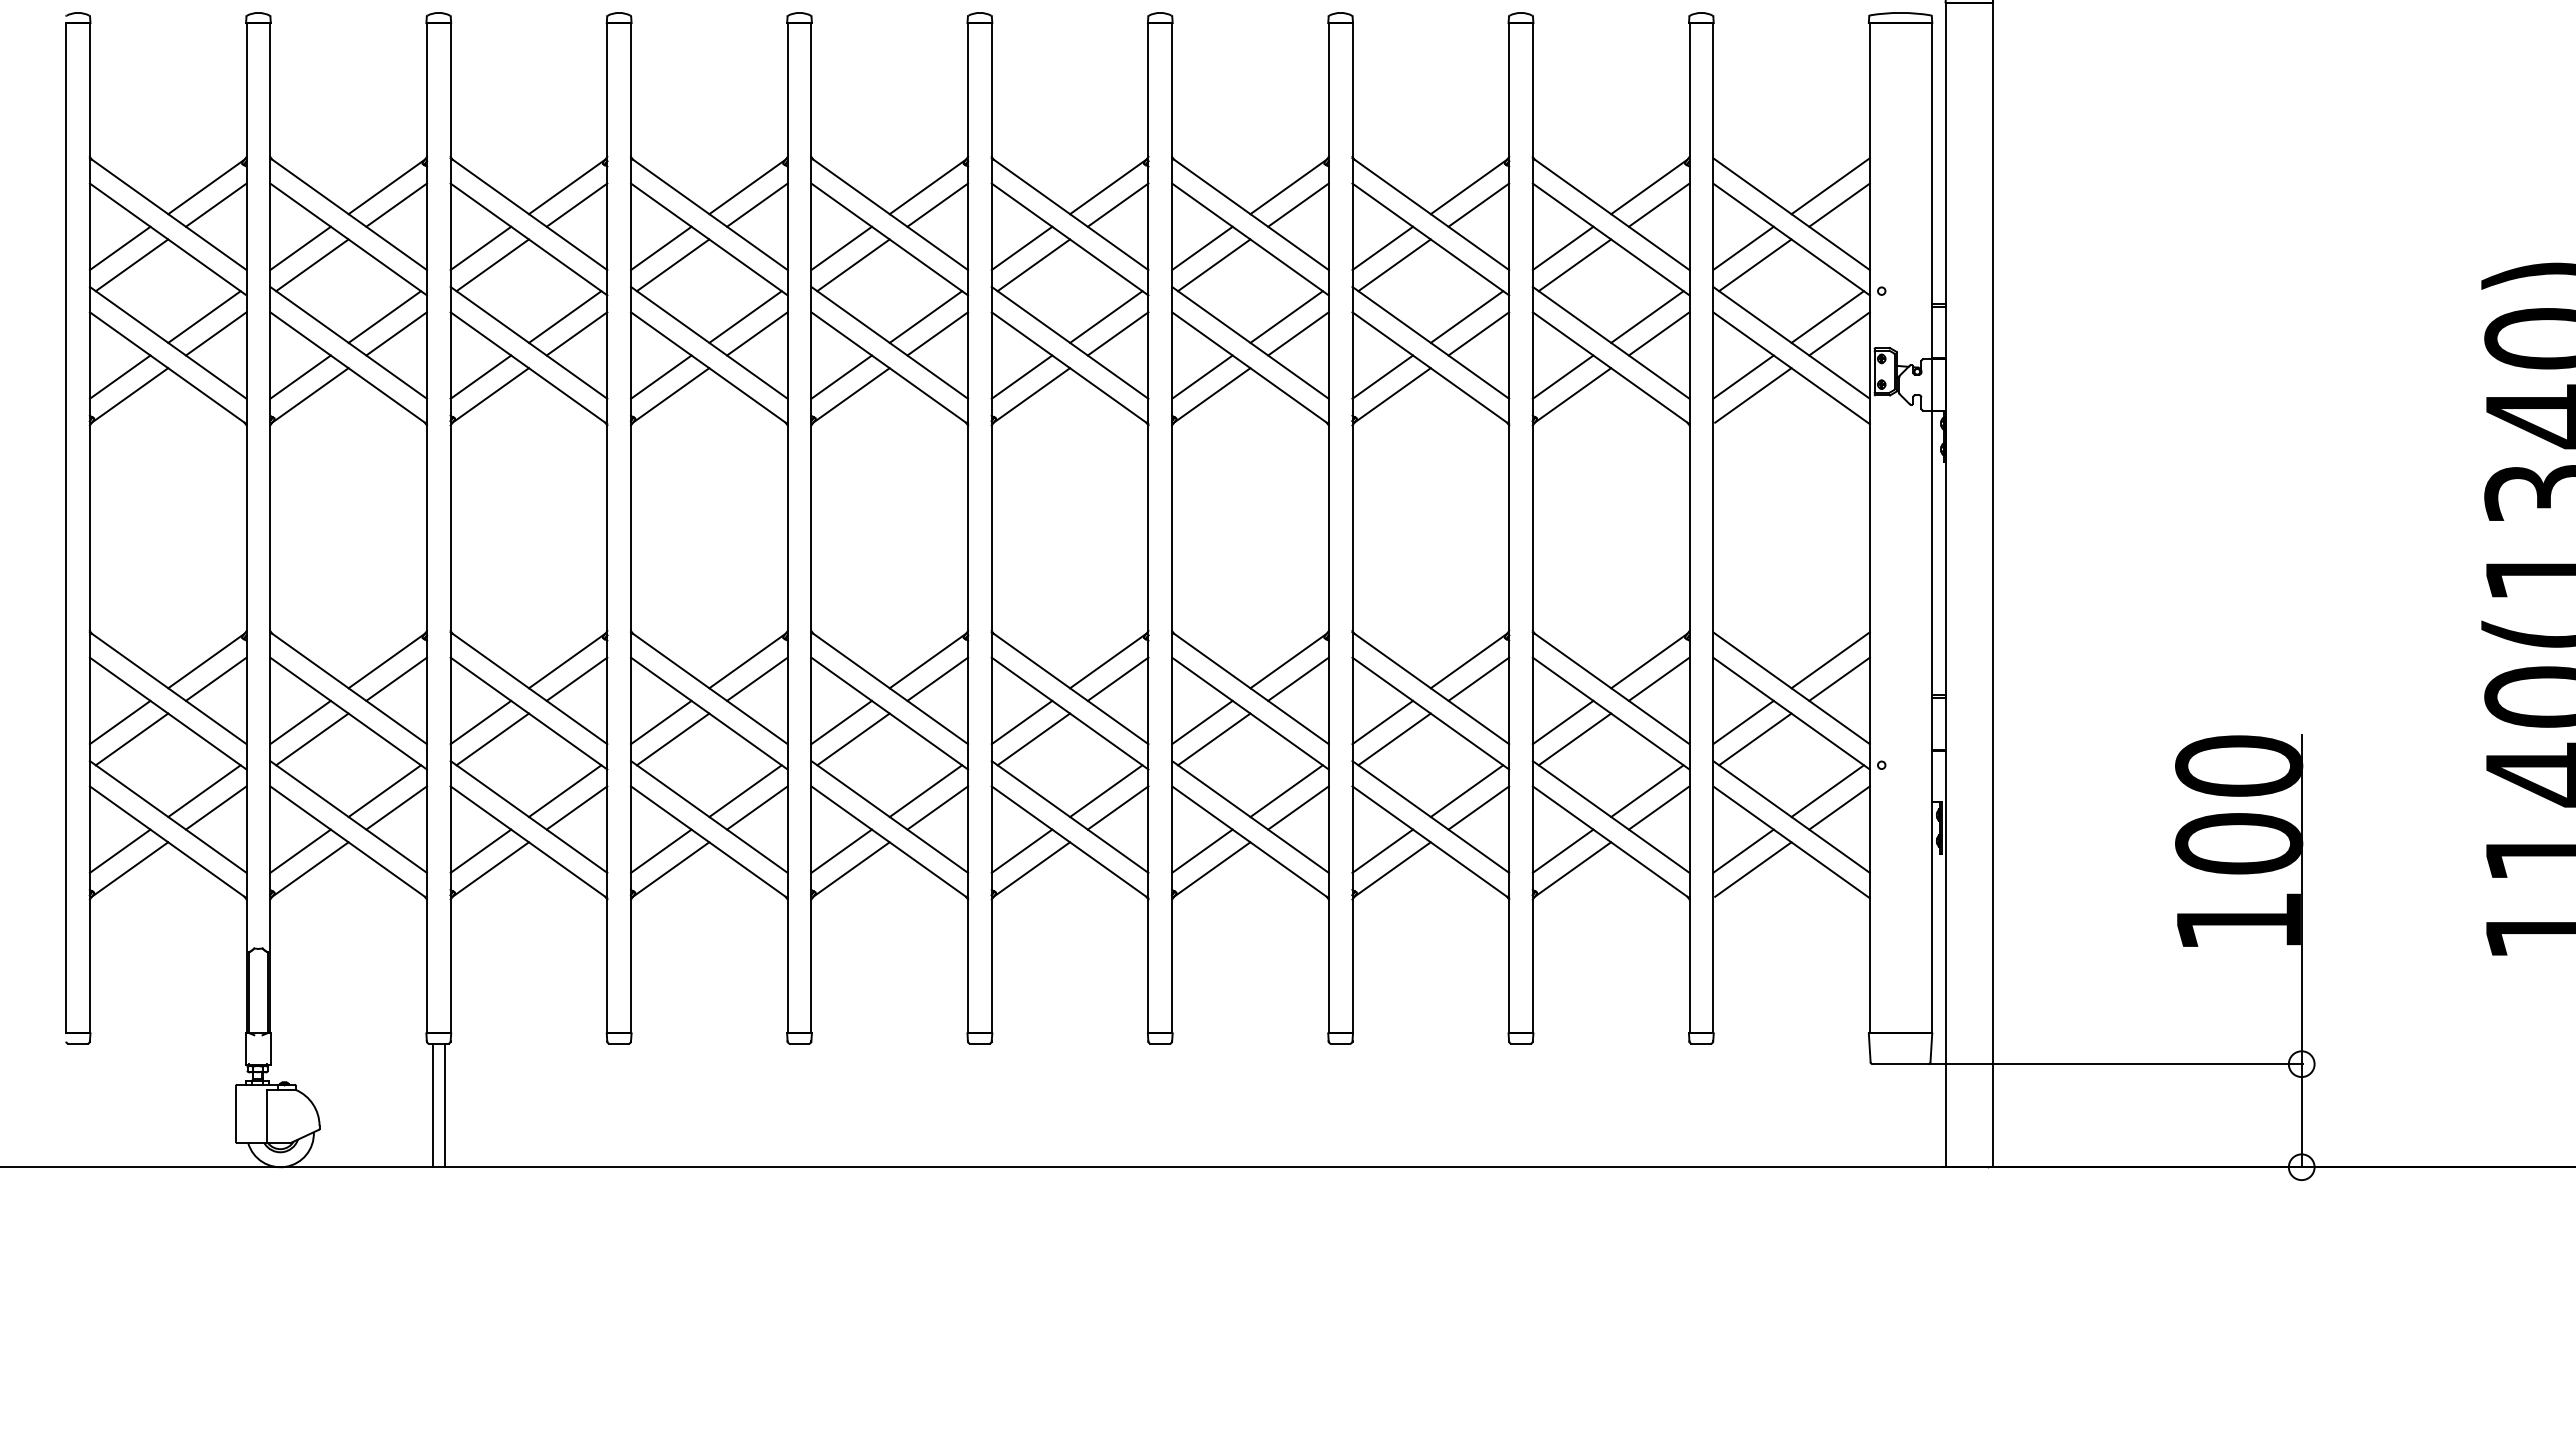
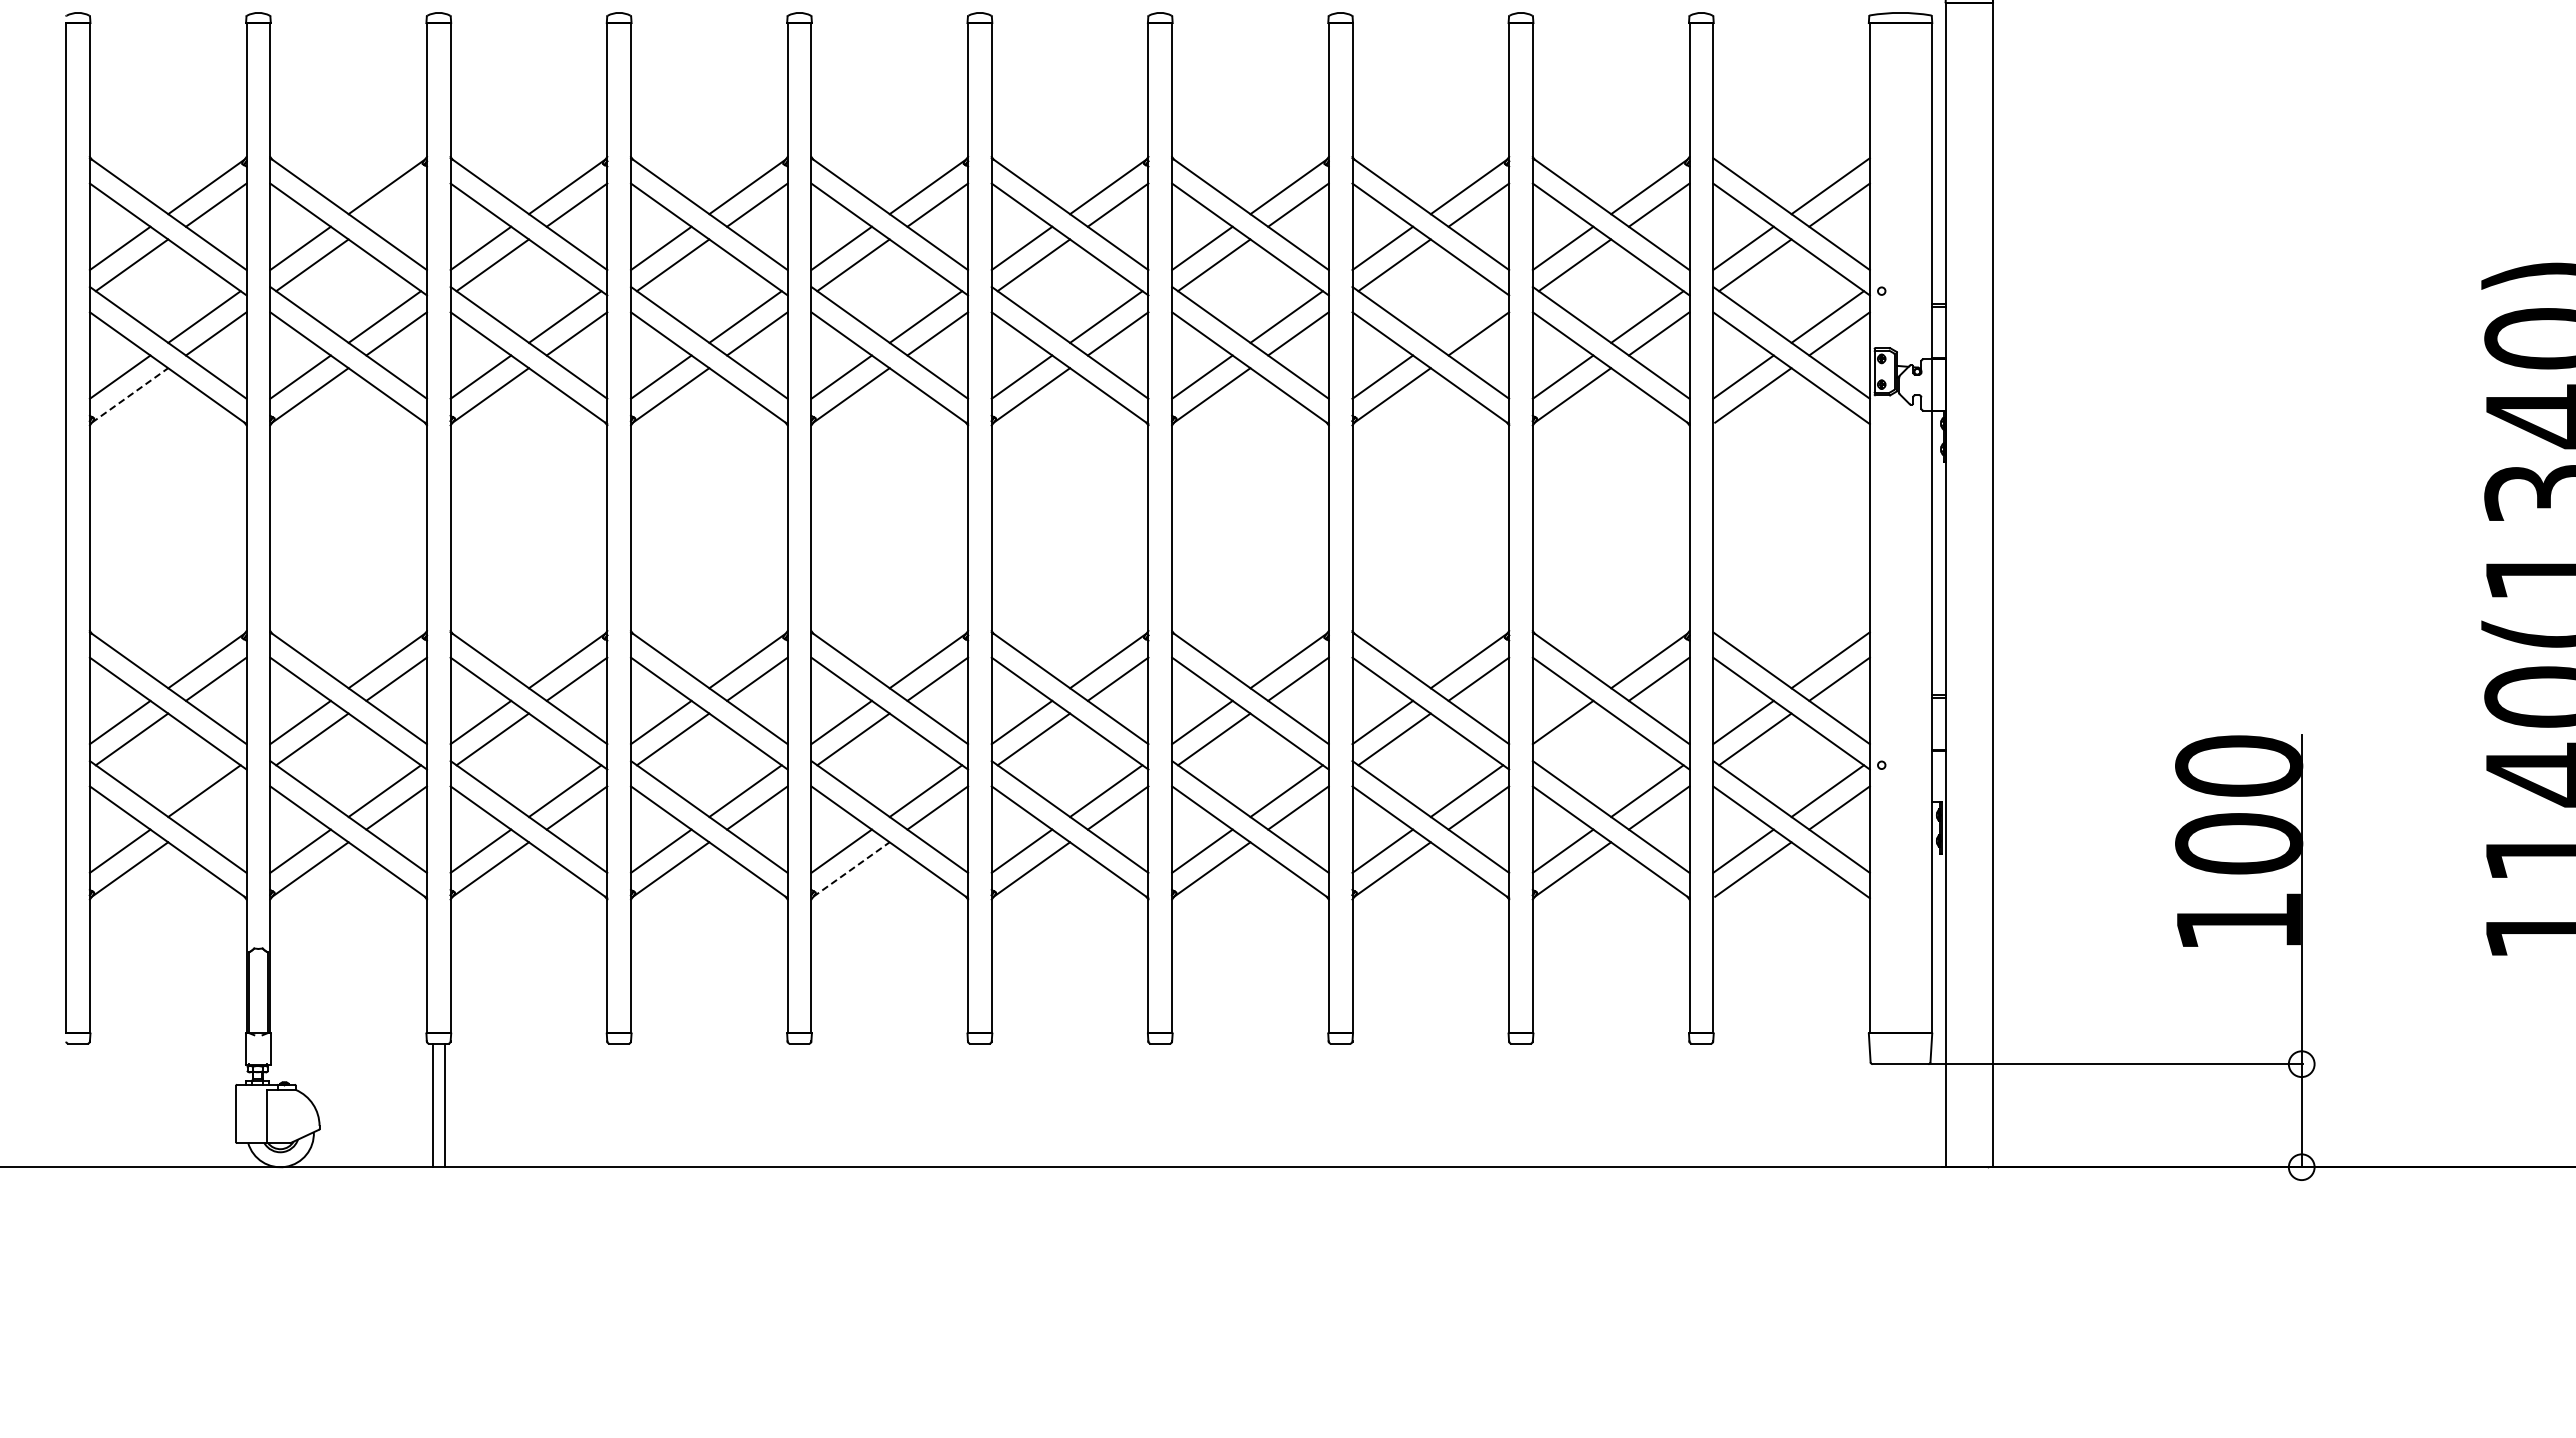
line at (396, 204): present -> none
line at (1466, 316): present -> none
line at (130, 395): solid -> dashed
line at (1574, 739): present -> none
line at (215, 807): present -> none
line at (851, 869): solid -> dashed
